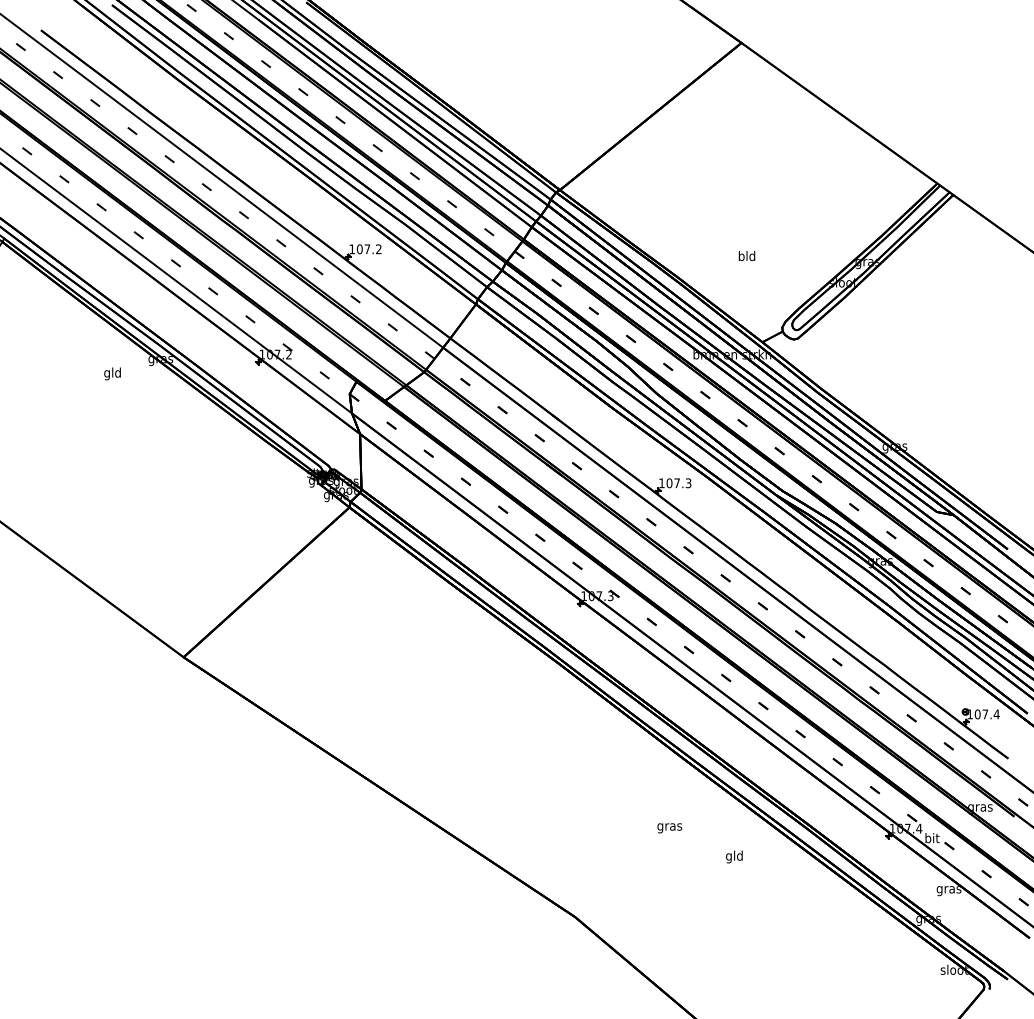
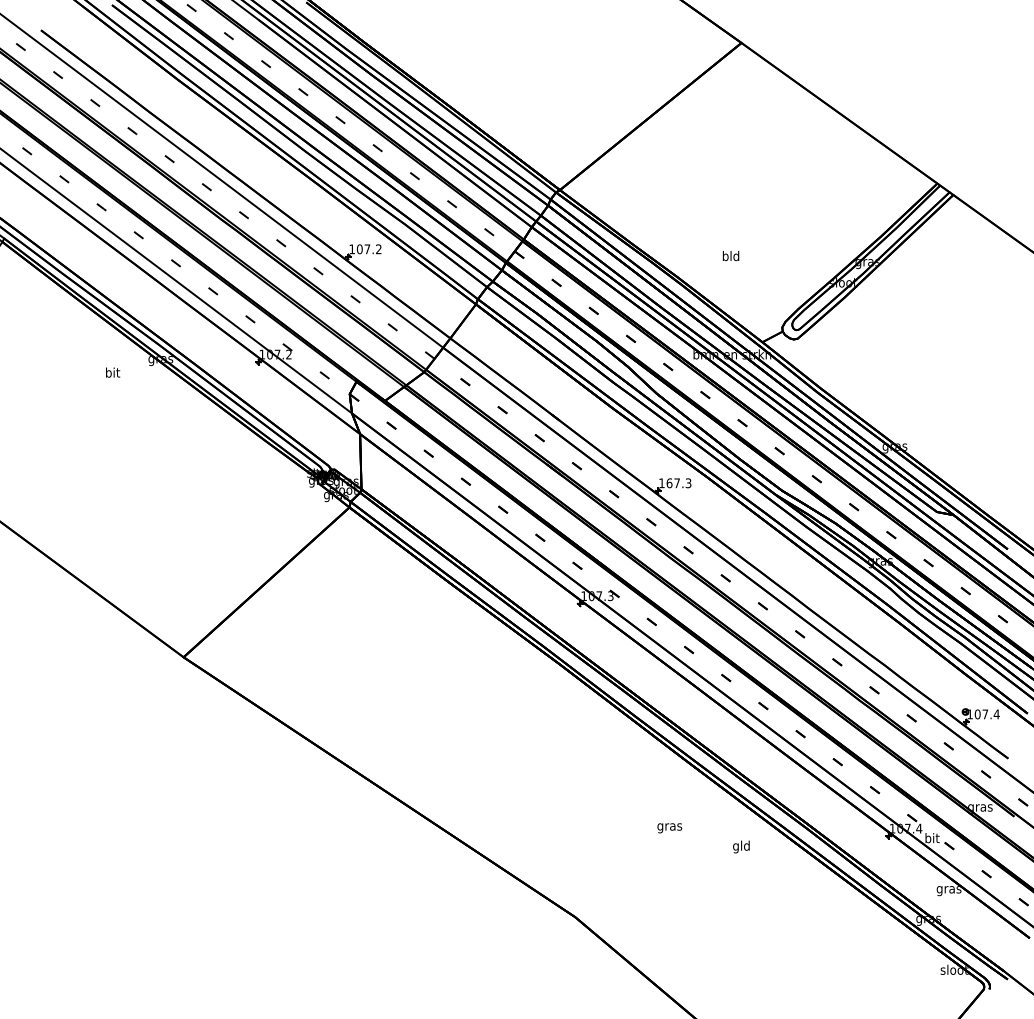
text at (746, 256) position: (746, 256) -> (730, 256)
text at (112, 373): gld -> bit
text at (669, 482): 107.3 -> 167.3
text at (734, 856) position: (734, 856) -> (741, 846)
